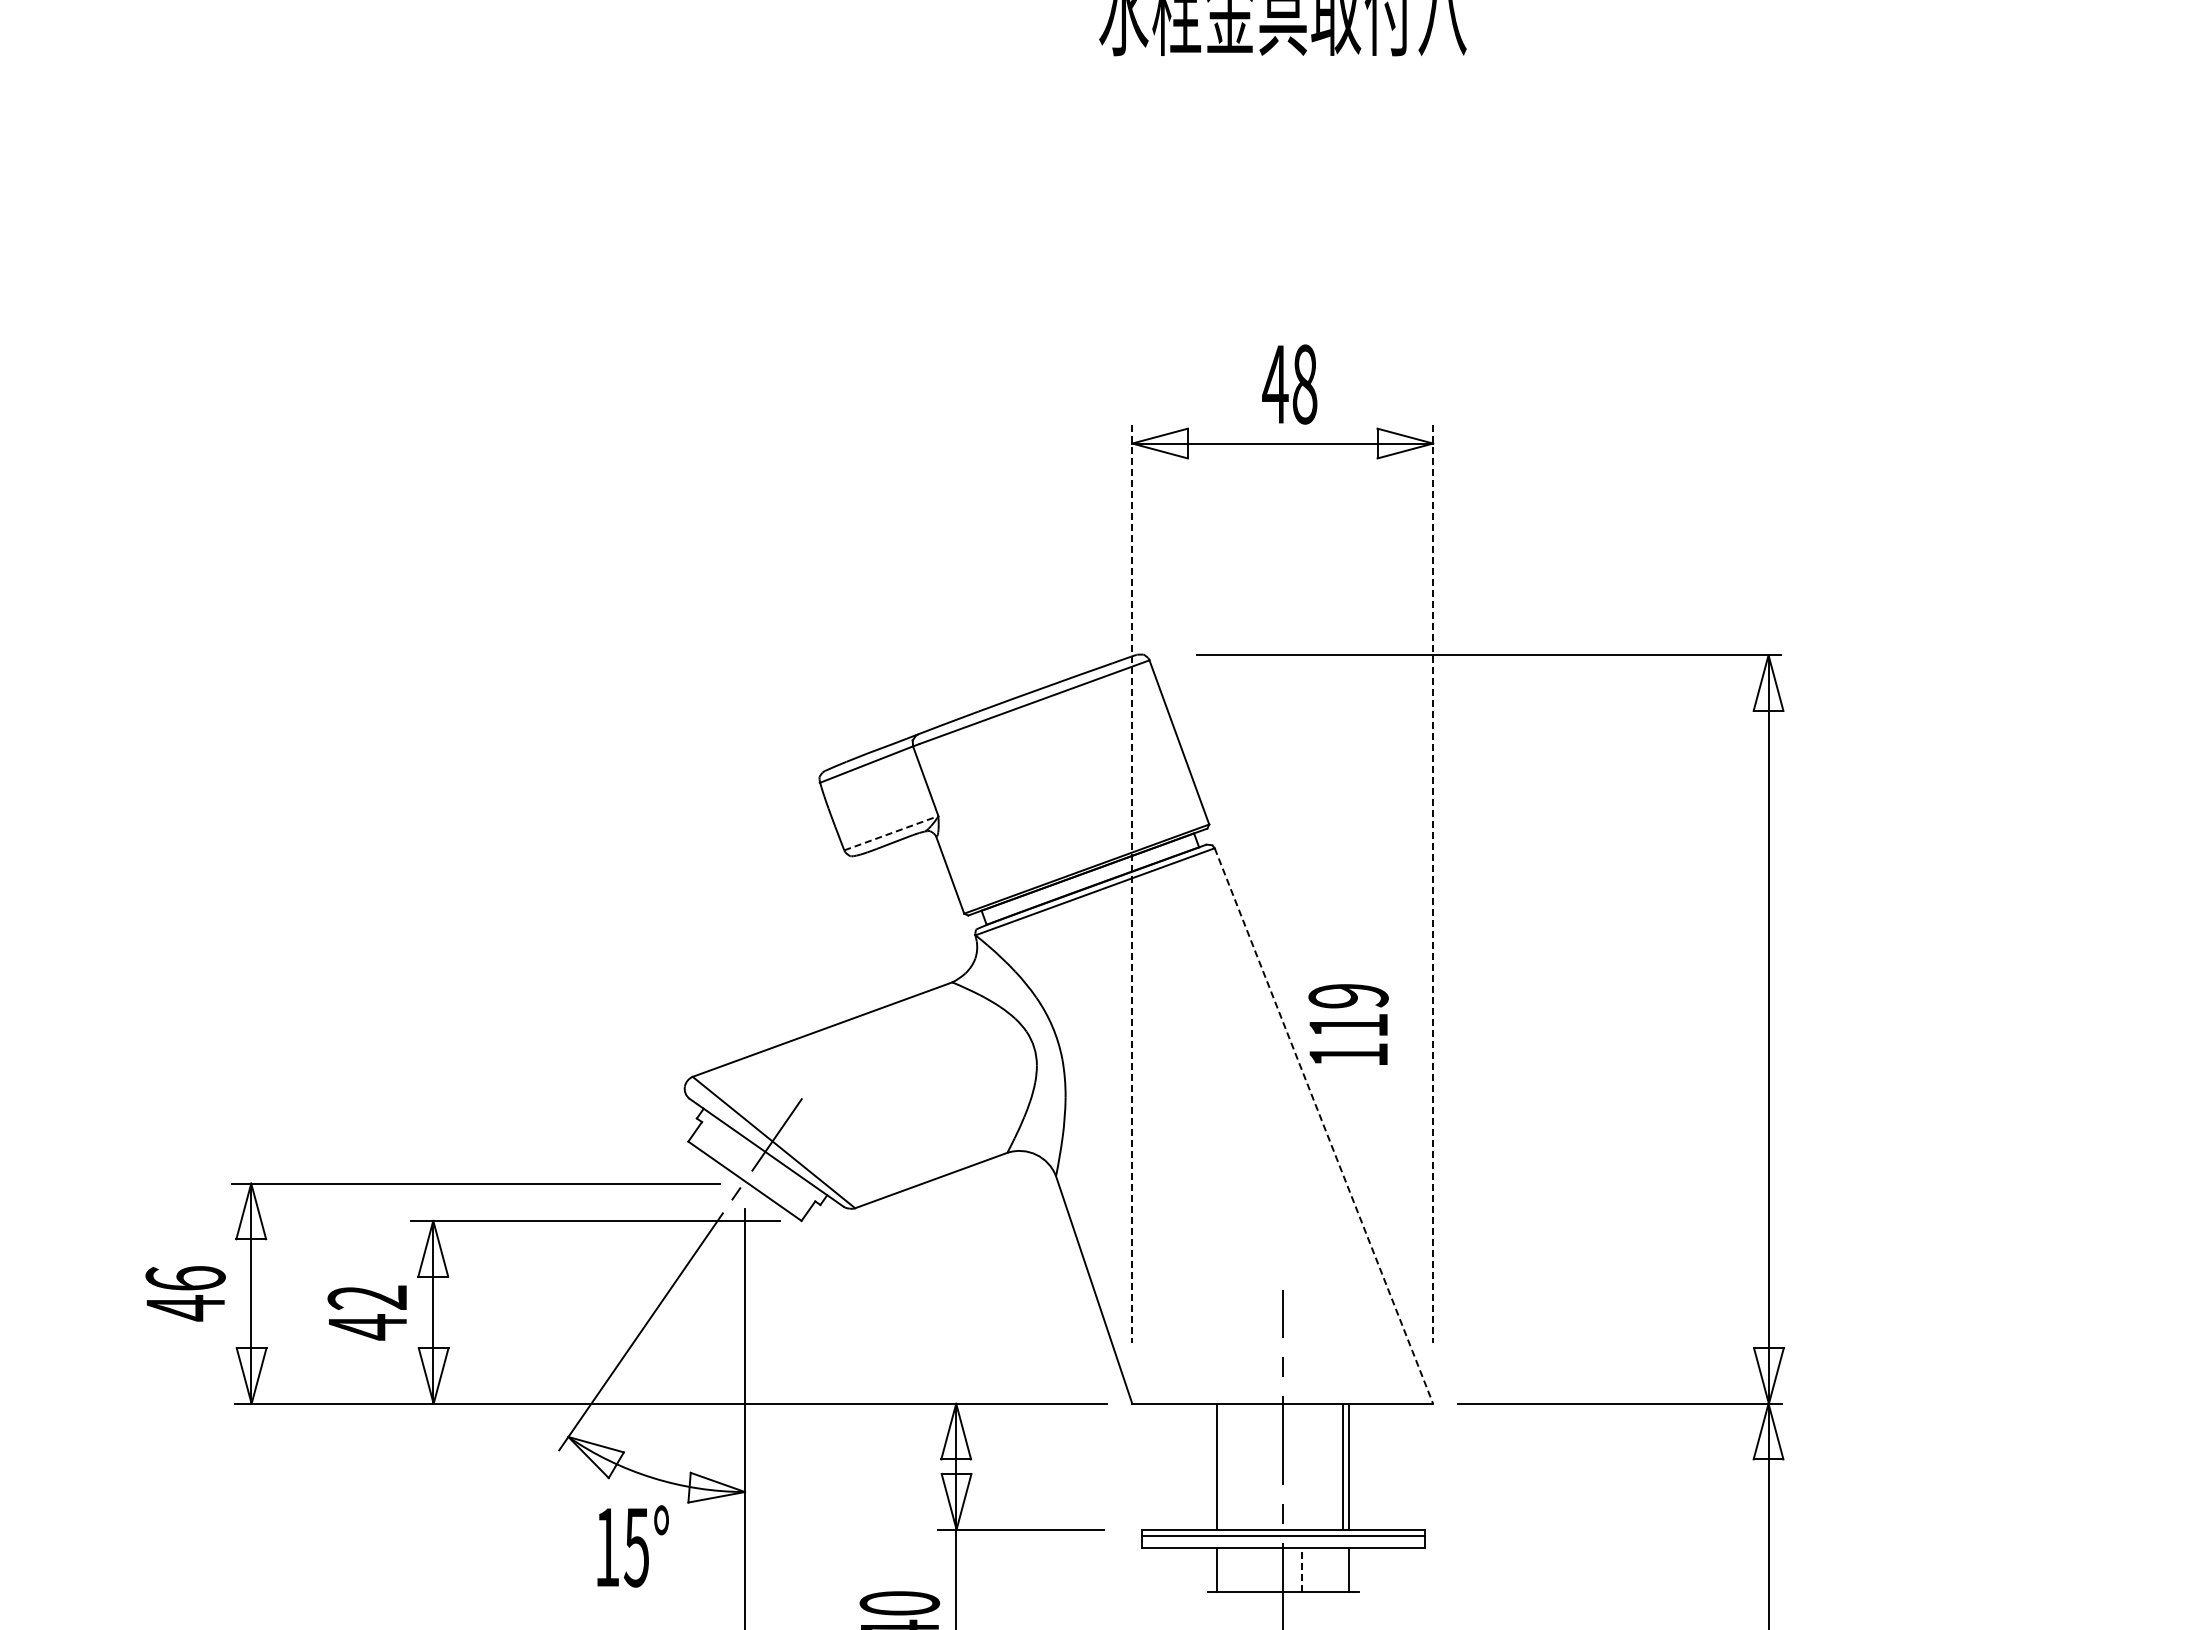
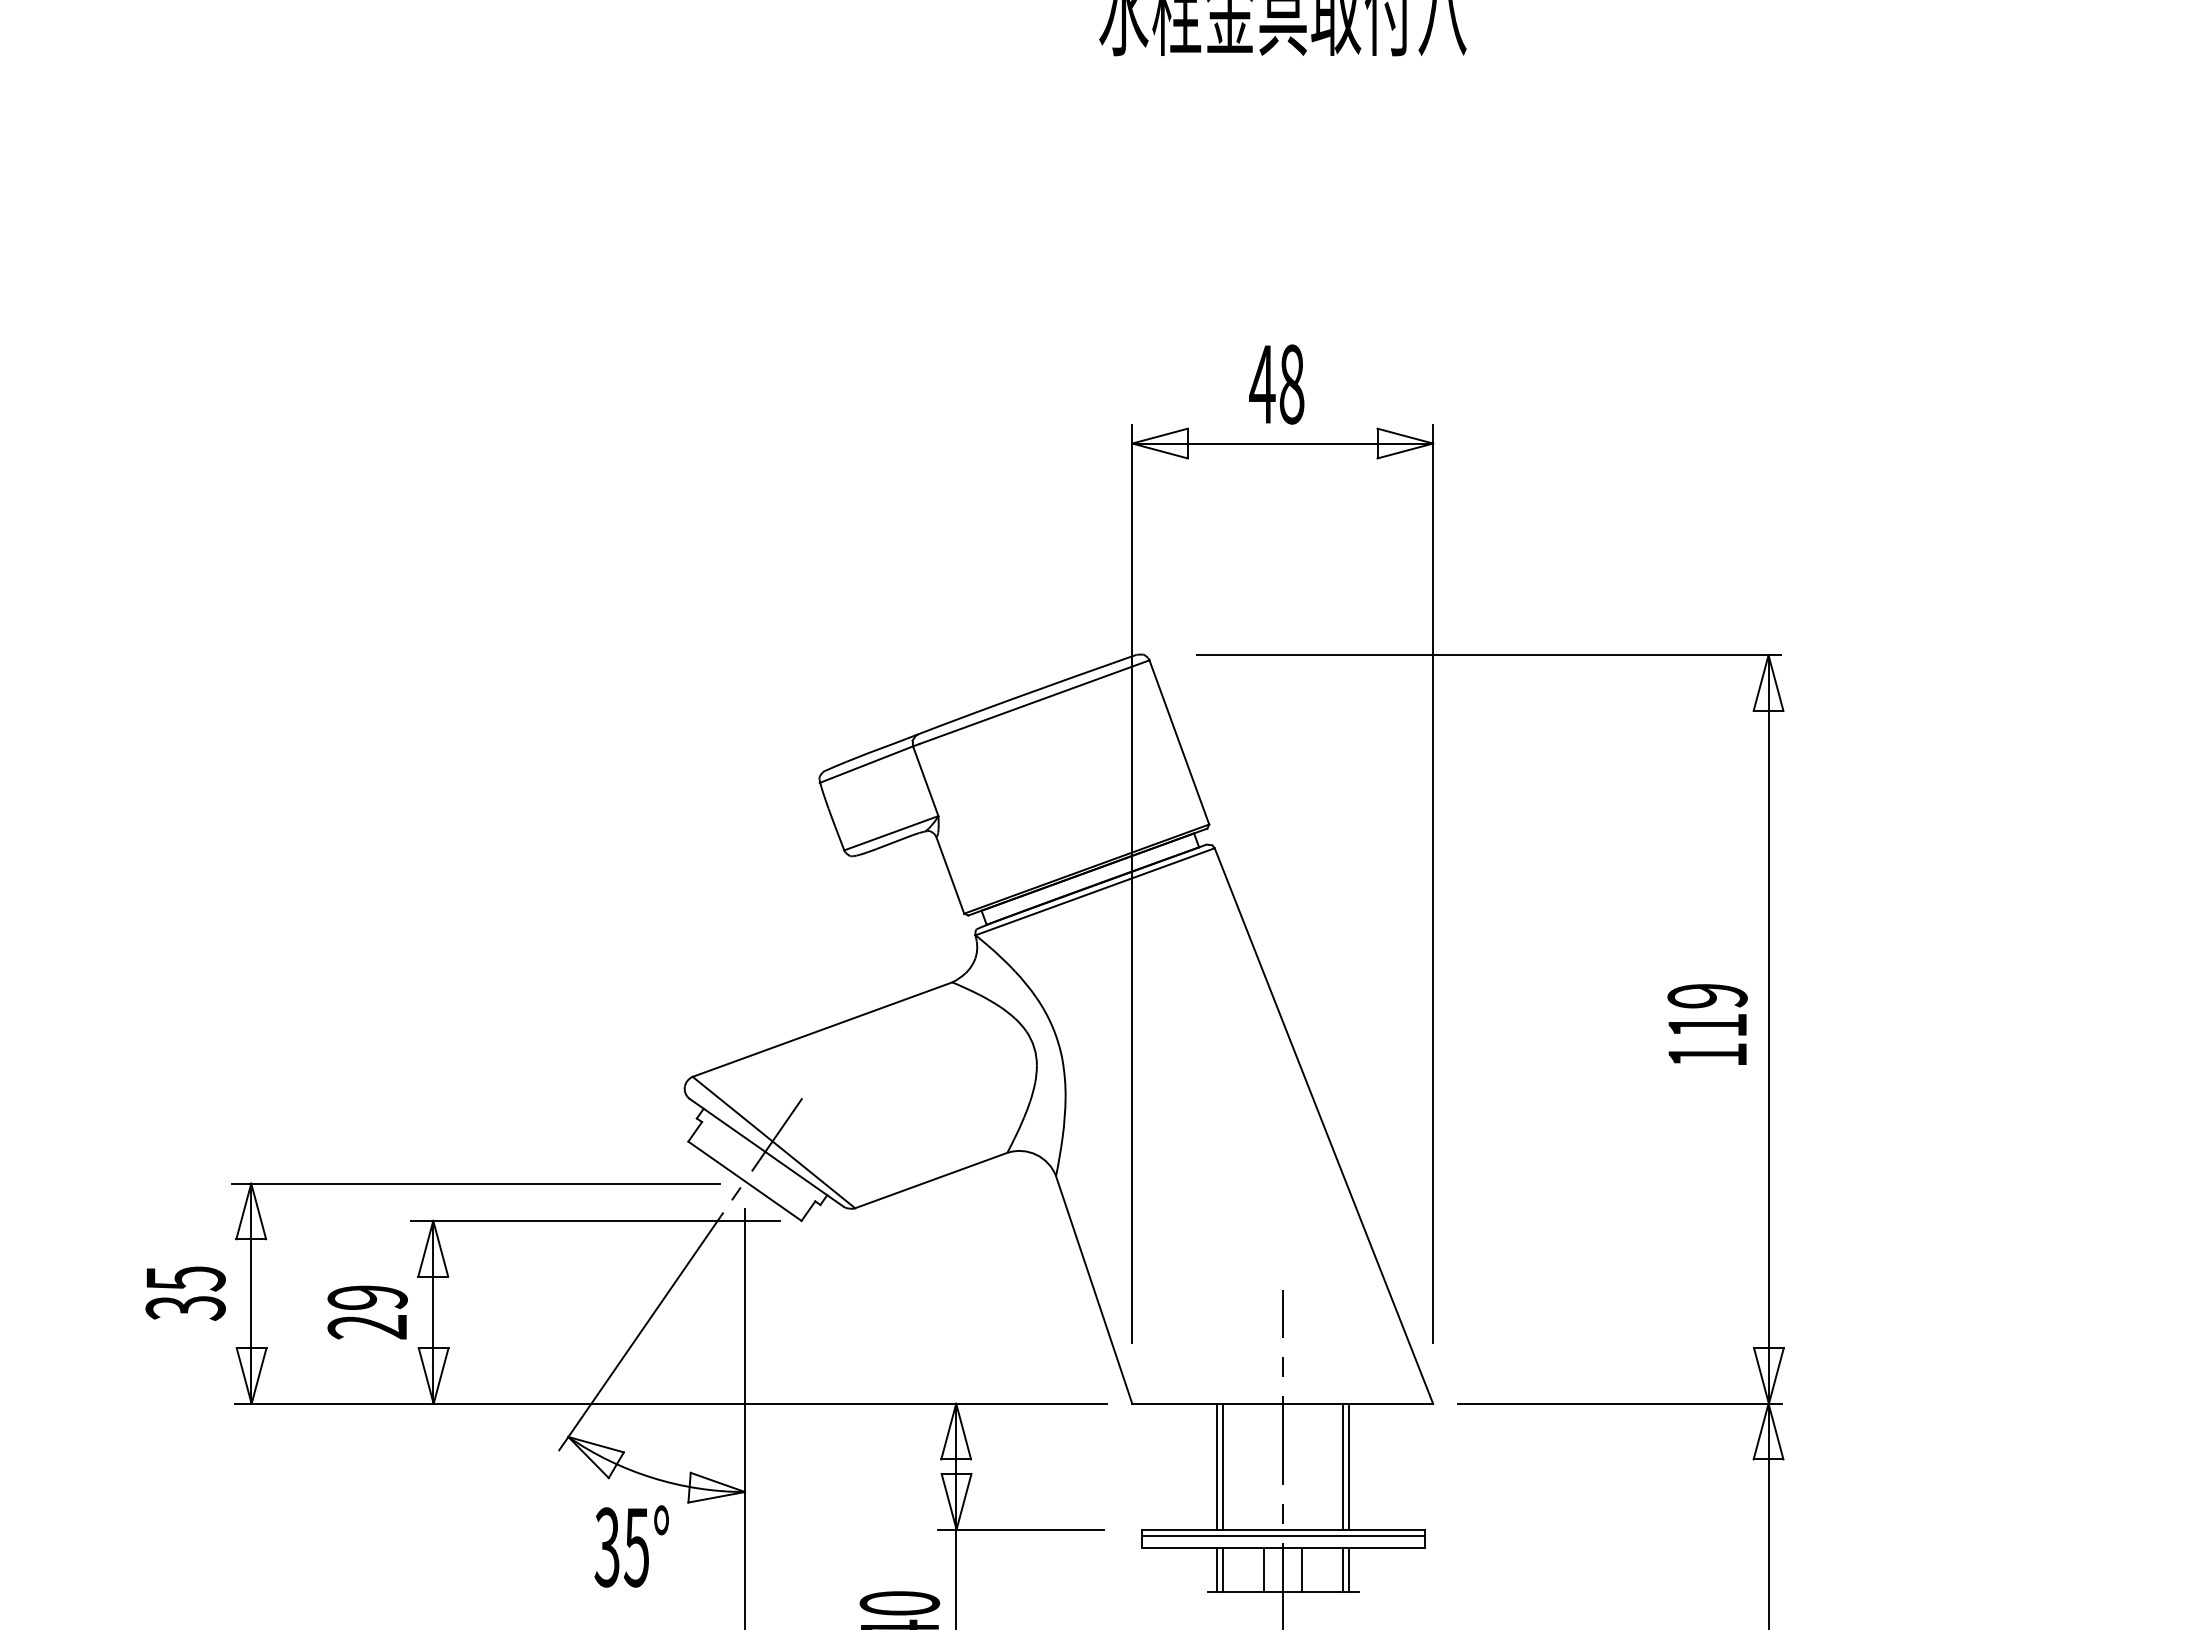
text at (1289, 384) position: (1289, 384) -> (1276, 384)
line at (891, 833): dashed -> solid
line at (1132, 883): dashed -> solid
line at (1433, 883): dashed -> solid
text at (1348, 1024) position: (1348, 1024) -> (1707, 1024)
line at (1324, 1126): dashed -> solid
text at (185, 1293): 46 -> 35
text at (367, 1312): 42 -> 29
line at (1223, 1466): none -> present
text at (606, 1547): 15° -> 35°
line at (1301, 1569): dashed -> solid
line at (1223, 1570): none -> present
line at (1264, 1570): none -> present
line at (1342, 1570): none -> present
